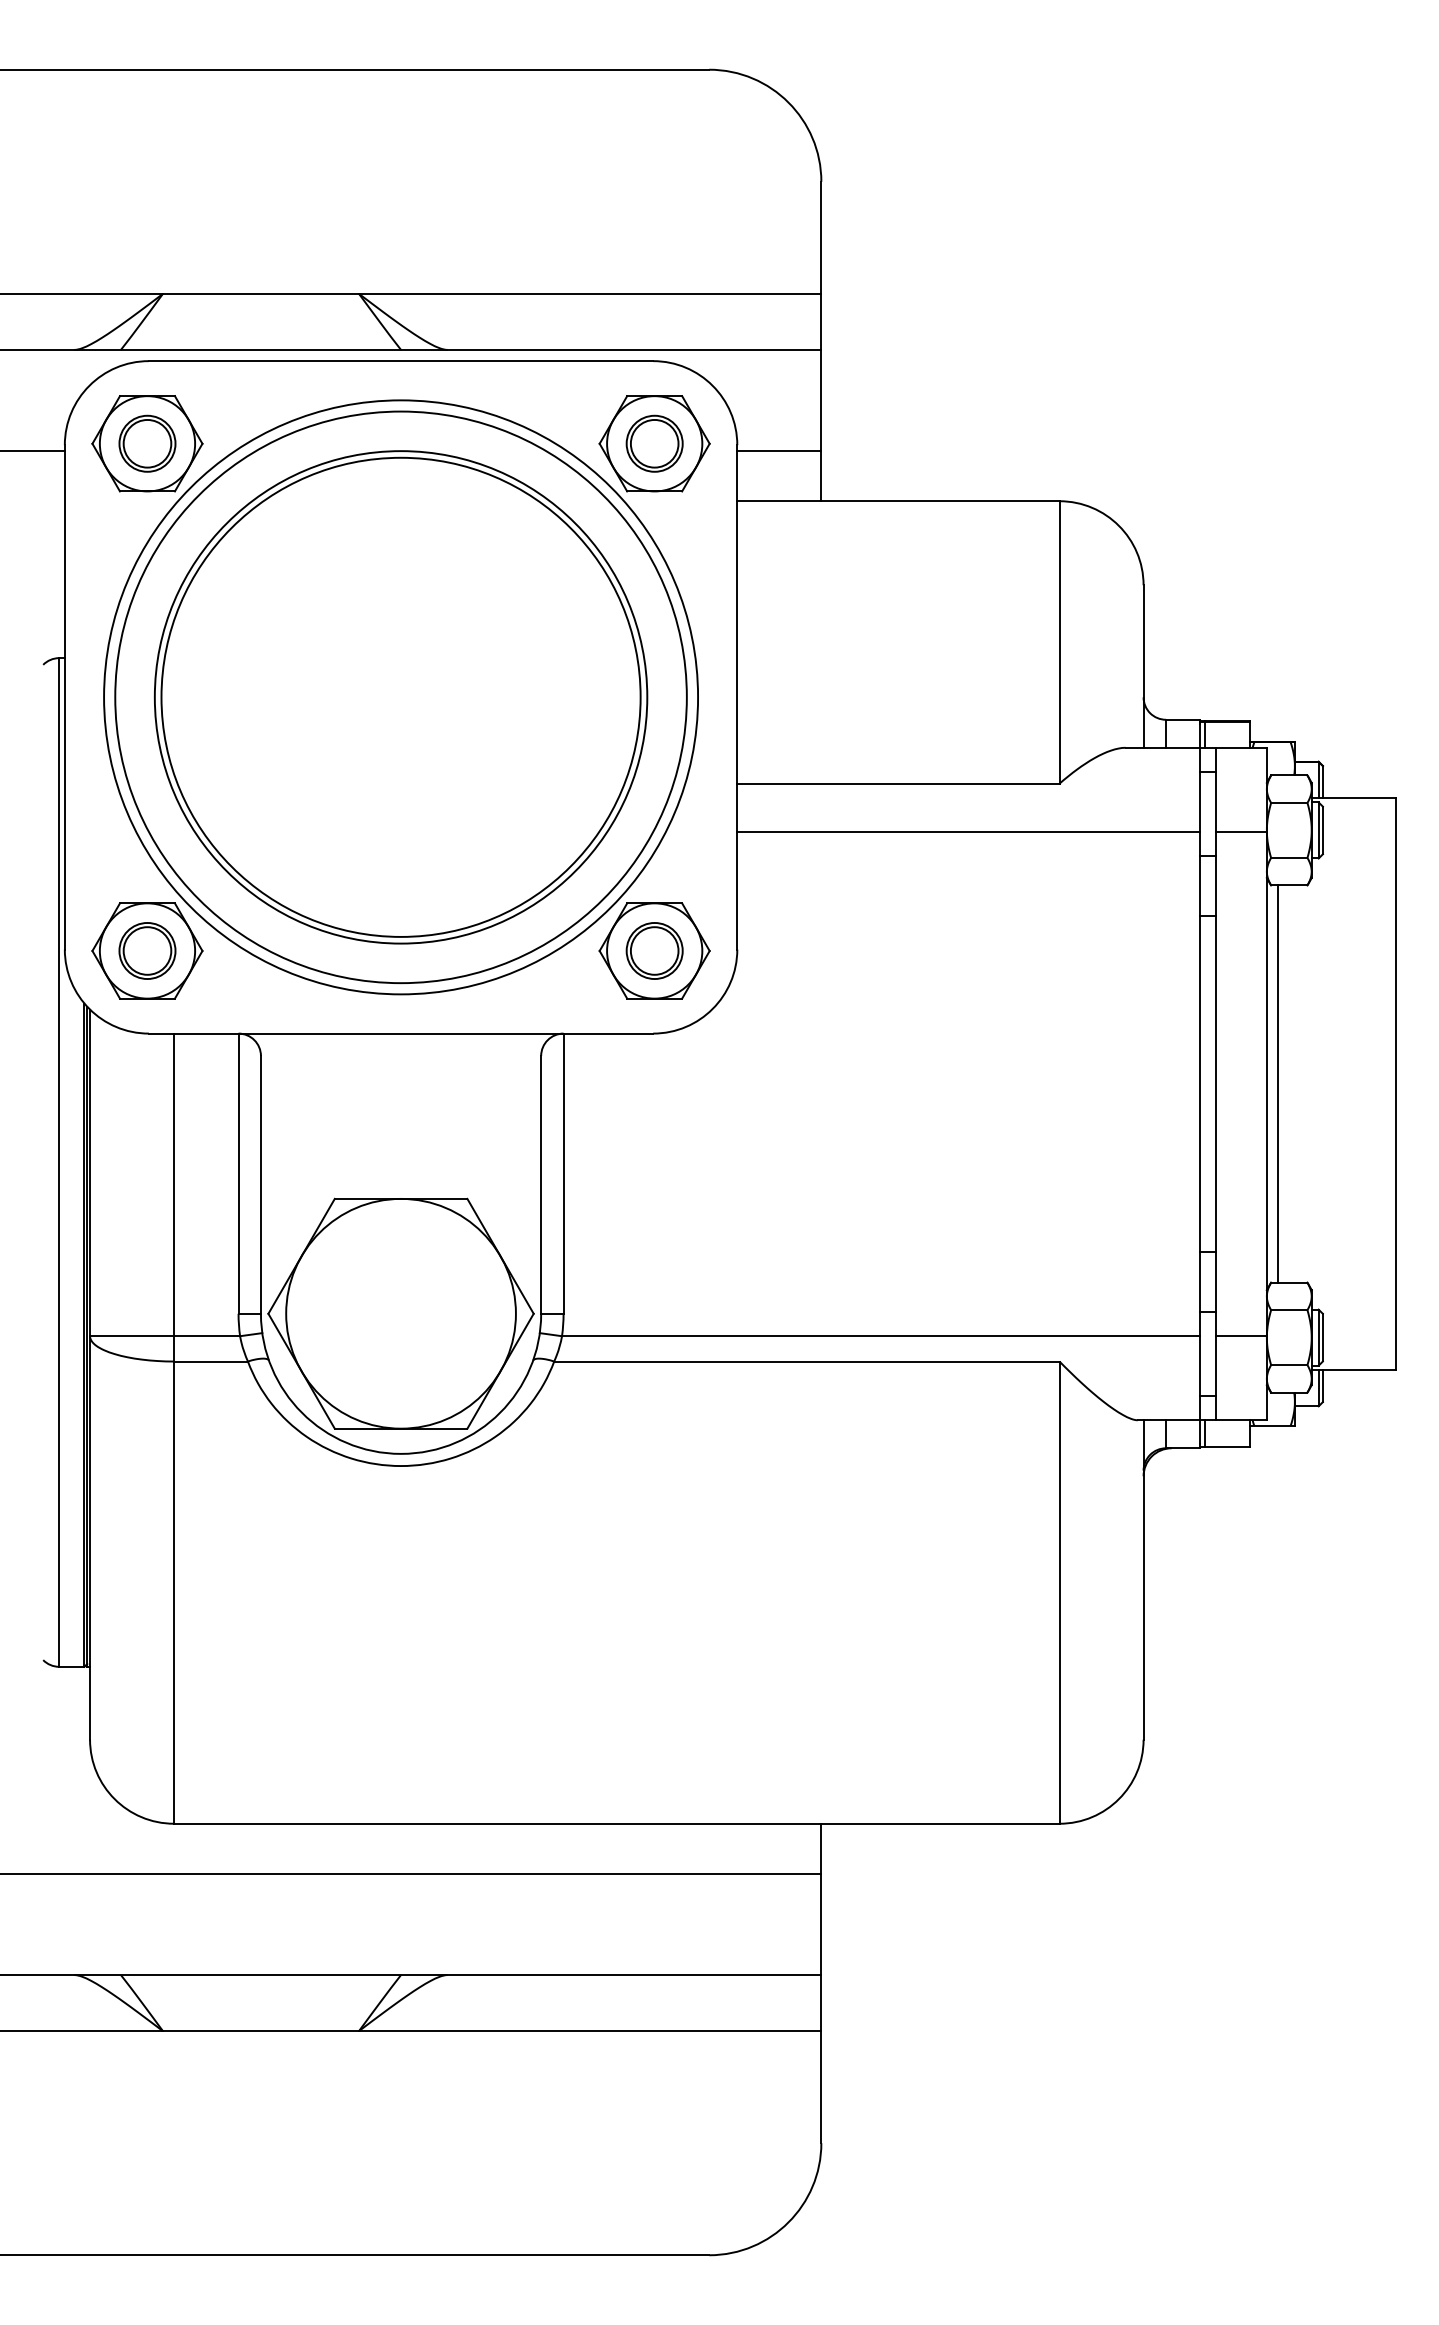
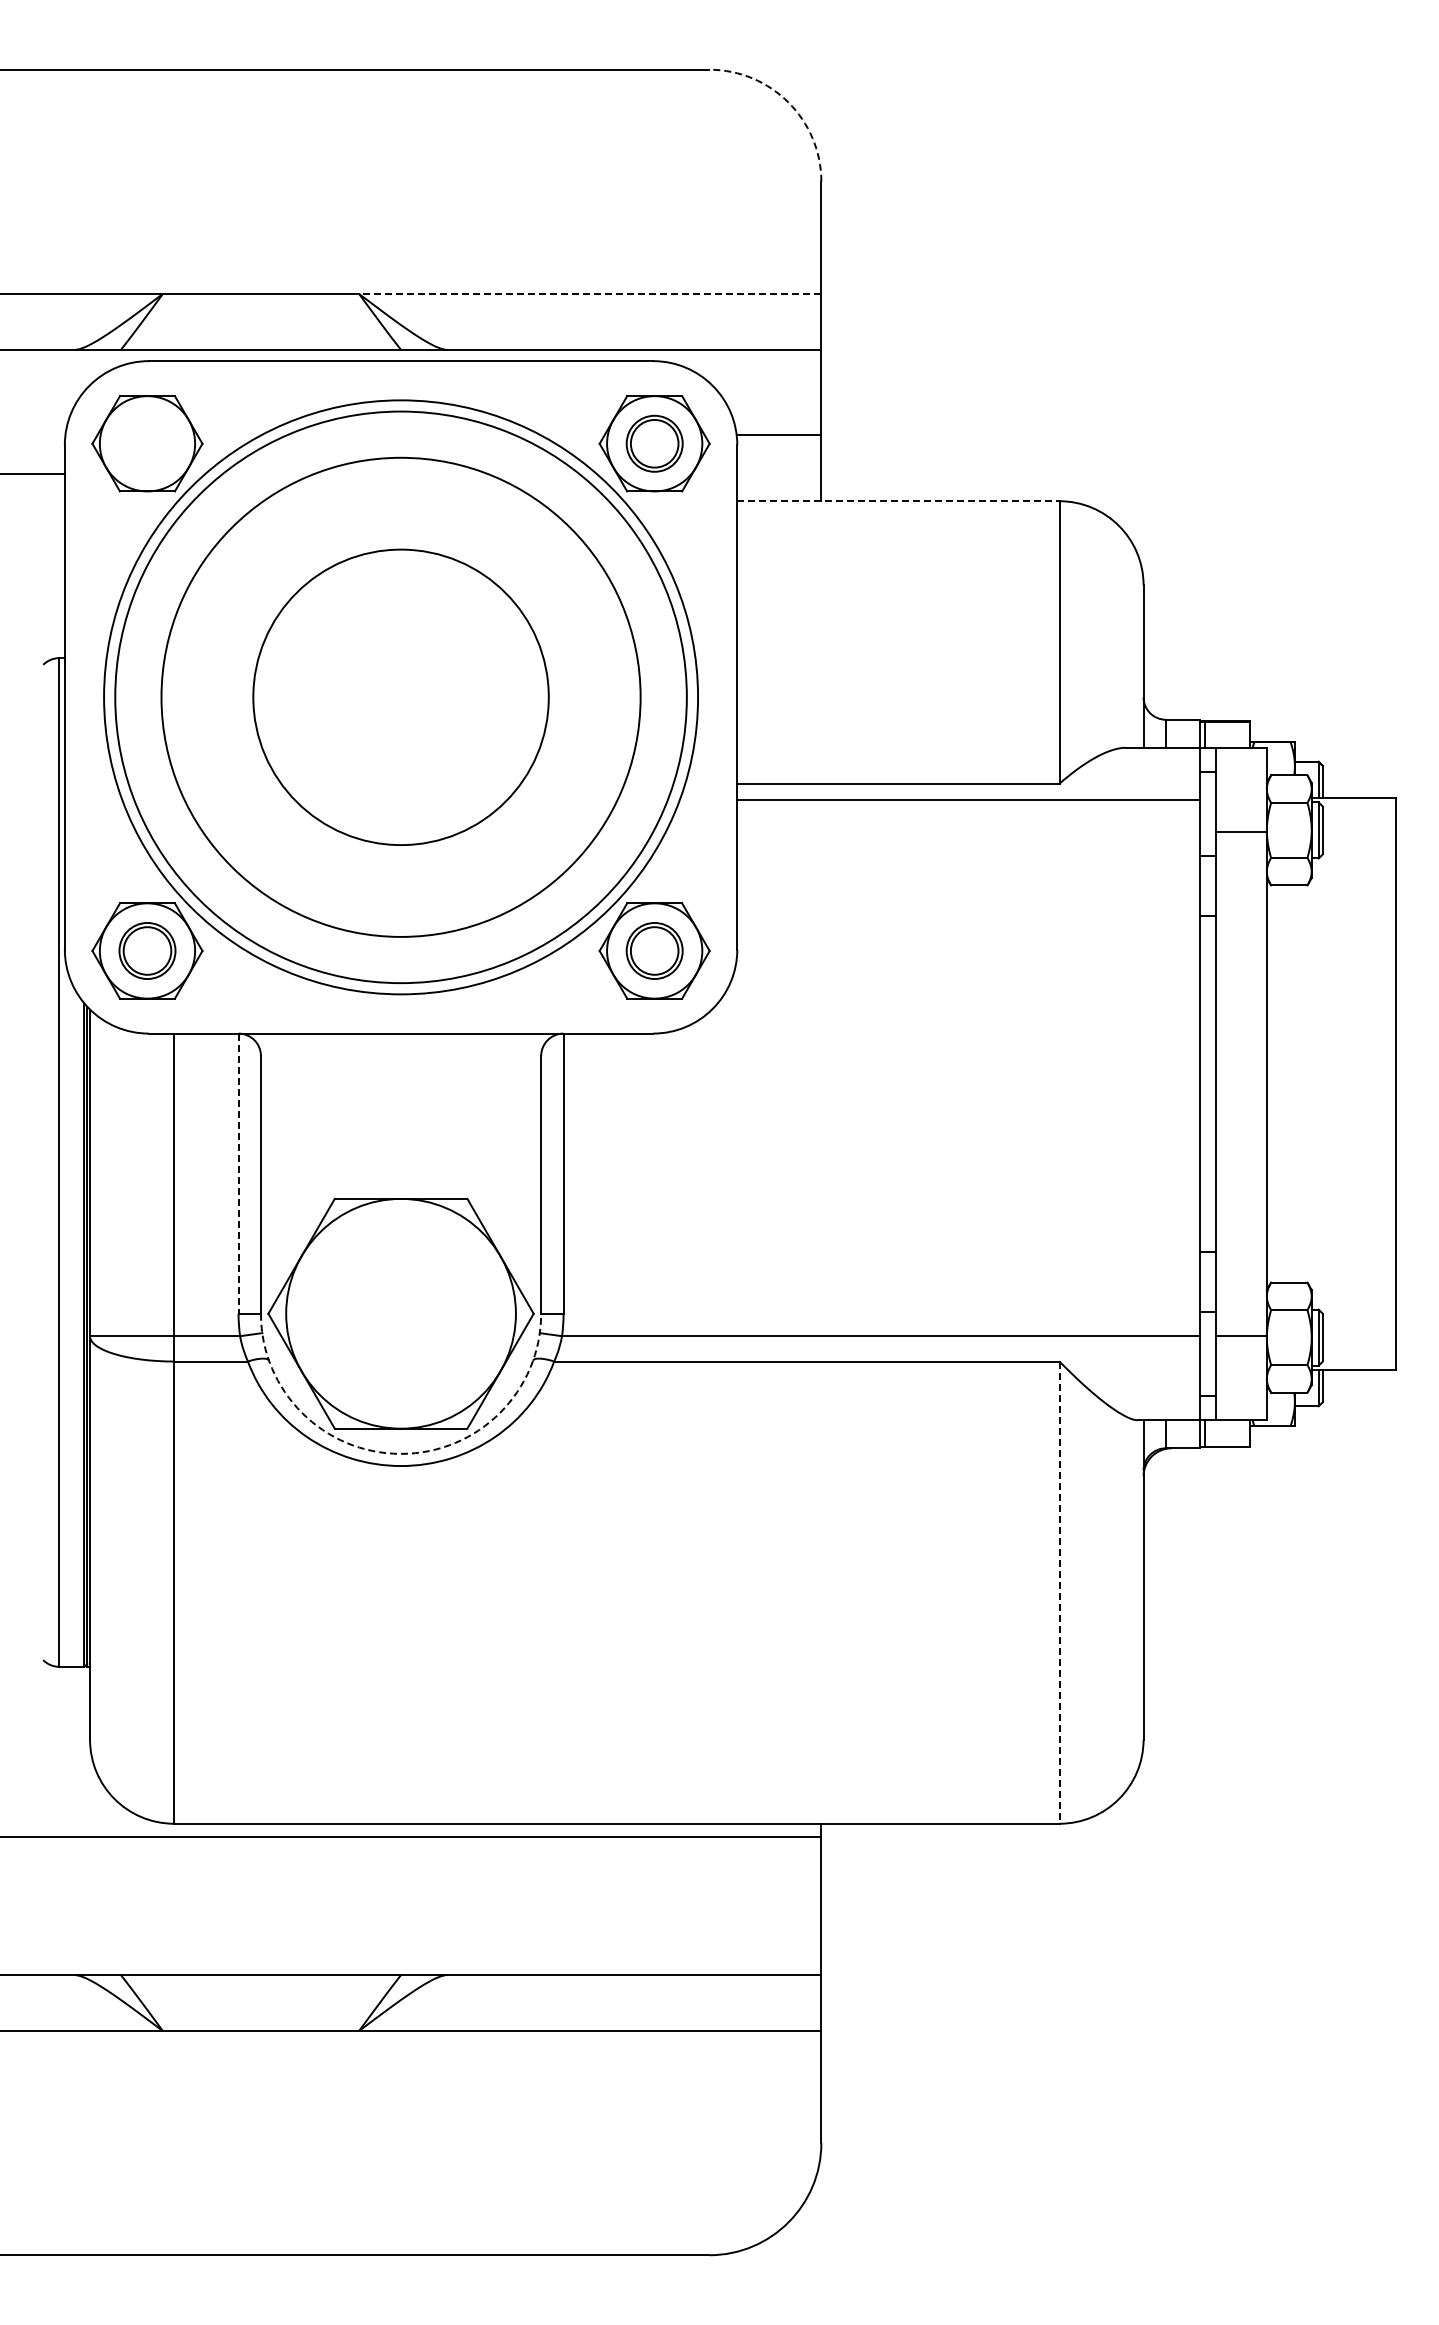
arc at (788, 102): solid -> dashed
line at (589, 293): solid -> dashed
part at (147, 443): present -> none
line at (33, 450) position: (33, 450) -> (33, 473)
line at (779, 450) position: (779, 450) -> (779, 434)
line at (898, 501): solid -> dashed
circle at (400, 697) diameter: 492 px -> 295 px
line at (968, 831) position: (968, 831) -> (968, 799)
line at (1278, 1083): present -> none
line at (238, 1174): solid -> dashed
arc at (401, 1453): solid -> dashed
line at (1059, 1593): solid -> dashed
line at (411, 1874) position: (411, 1874) -> (411, 1837)
